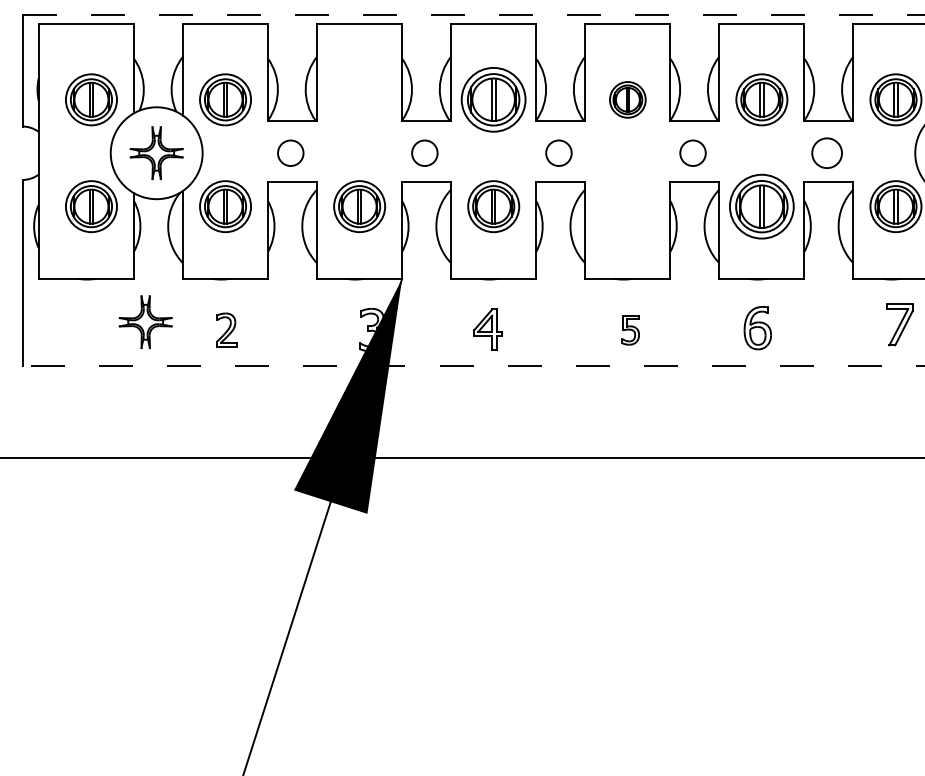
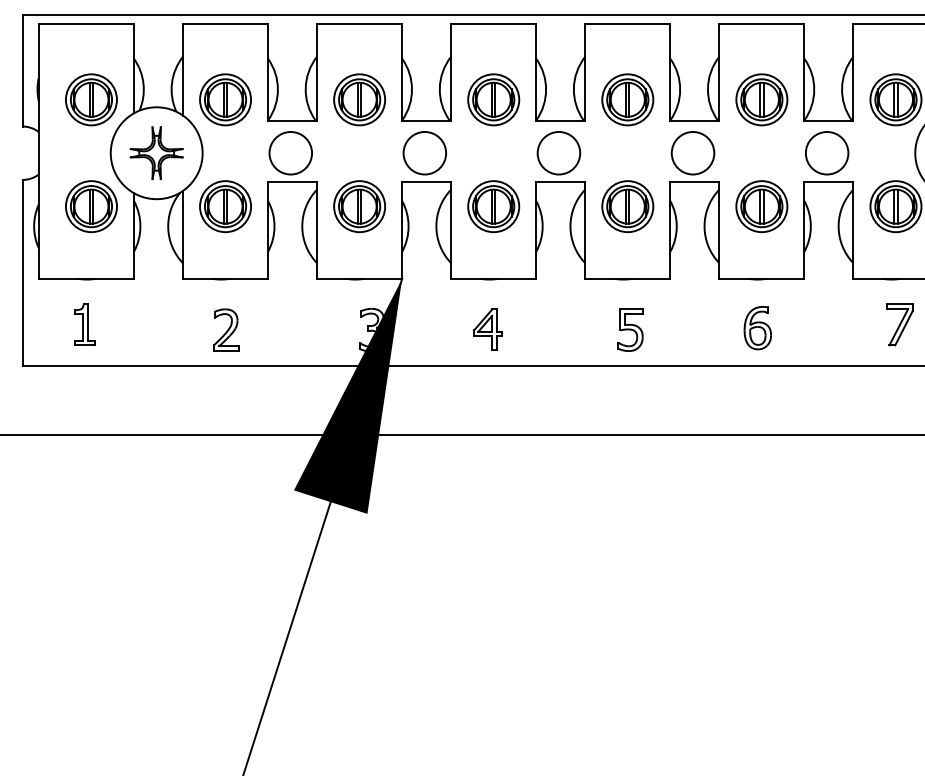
line at (473, 15): dashed -> solid
part at (359, 99): none -> present
part at (493, 99) size: 67x66 px -> 54x54 px
part at (627, 99) size: 38x38 px -> 54x54 px
circle at (290, 153) diameter: 26 px -> 43 px
circle at (424, 153) diameter: 26 px -> 43 px
circle at (558, 153) diameter: 26 px -> 43 px
circle at (692, 153) diameter: 26 px -> 43 px
circle at (827, 153) diameter: 30 px -> 43 px
part at (627, 206): none -> present
part at (761, 206) size: 66x67 px -> 54x53 px
part at (145, 322): present -> none
part at (84, 324): none -> present
part at (226, 329) size: 22x36 px -> 27x44 px
part at (630, 330) size: 19x31 px -> 27x44 px
line at (473, 365): dashed -> solid
line at (461, 458) position: (461, 458) -> (461, 435)
